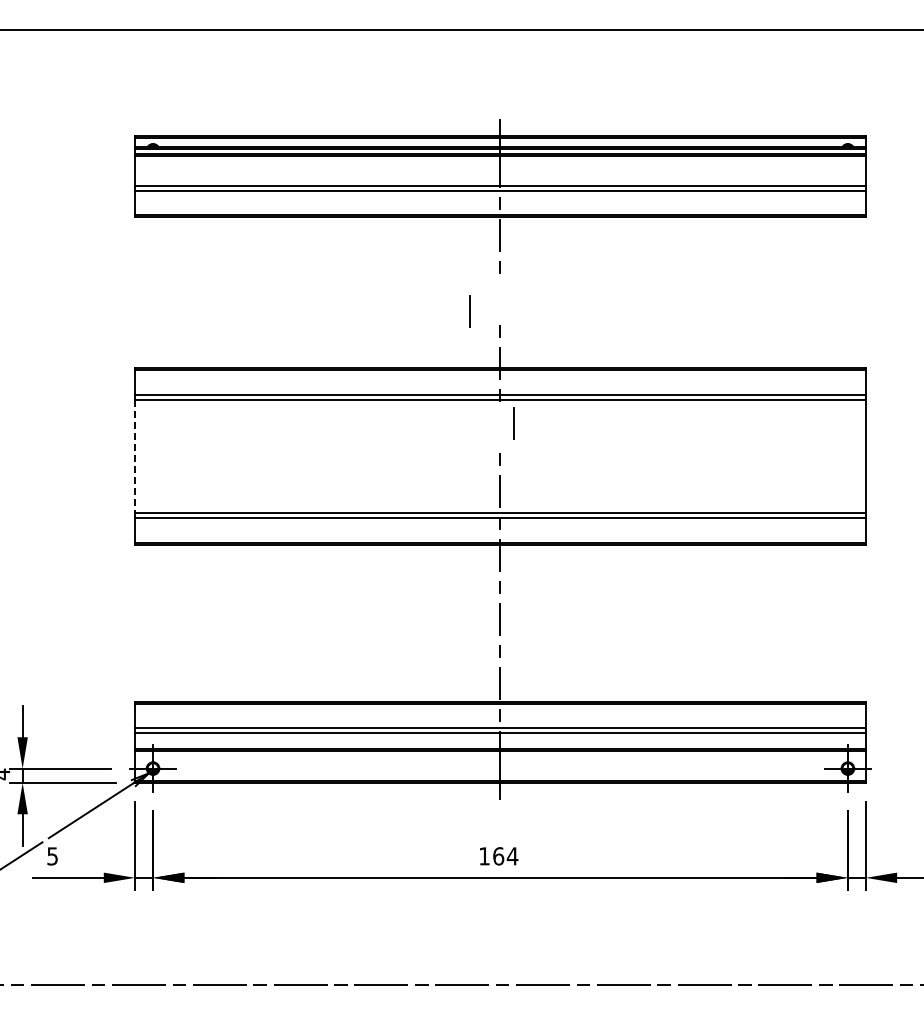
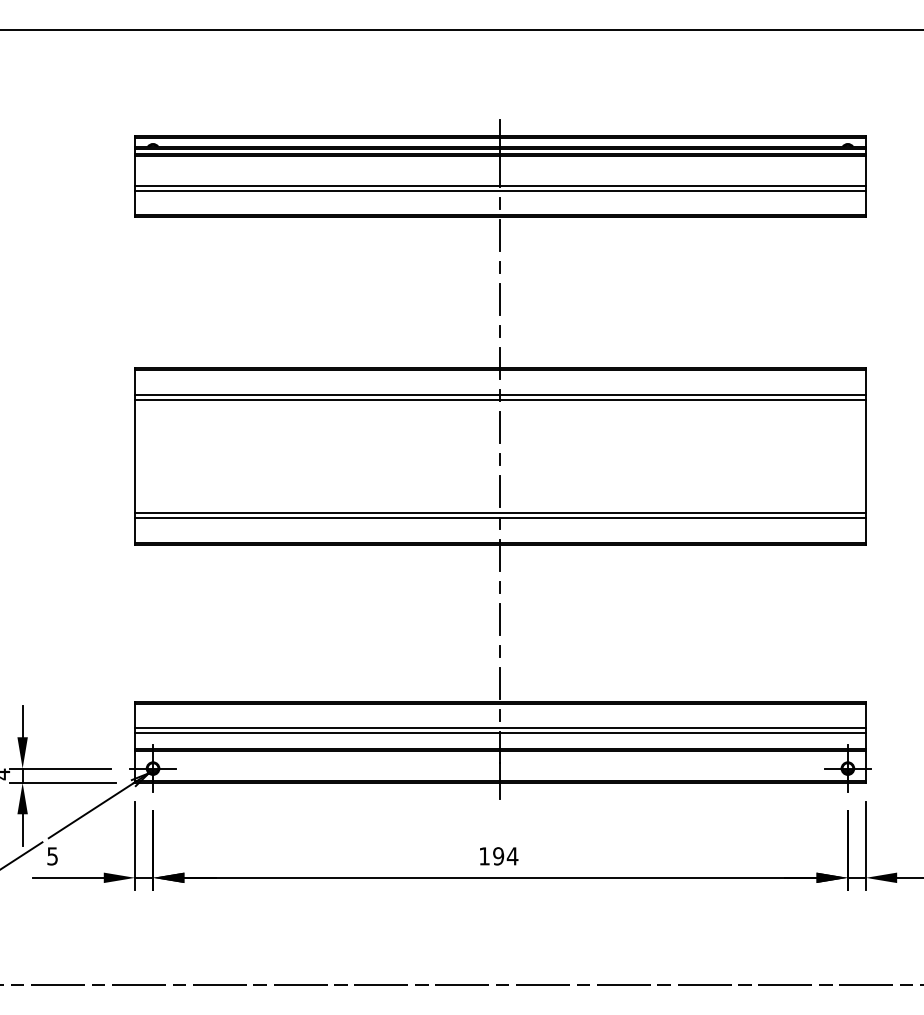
line at (469, 311) position: (469, 311) -> (499, 299)
line at (513, 423) position: (513, 423) -> (499, 427)
line at (135, 456): dashed -> solid
text at (498, 856): 164 -> 194
